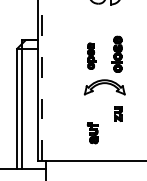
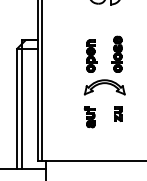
part at (91, 55) size: 10x28 px -> 12x34 px
line at (42, 80): dashed -> solid
part at (92, 133) position: (92, 133) -> (89, 117)
